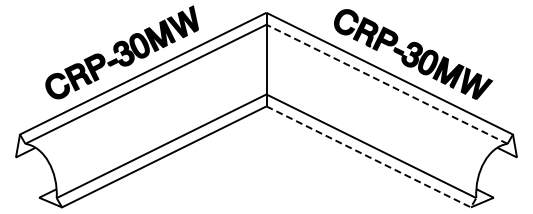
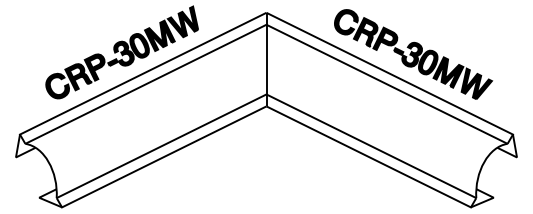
line at (386, 84): dashed -> solid
line at (374, 159): dashed -> solid
